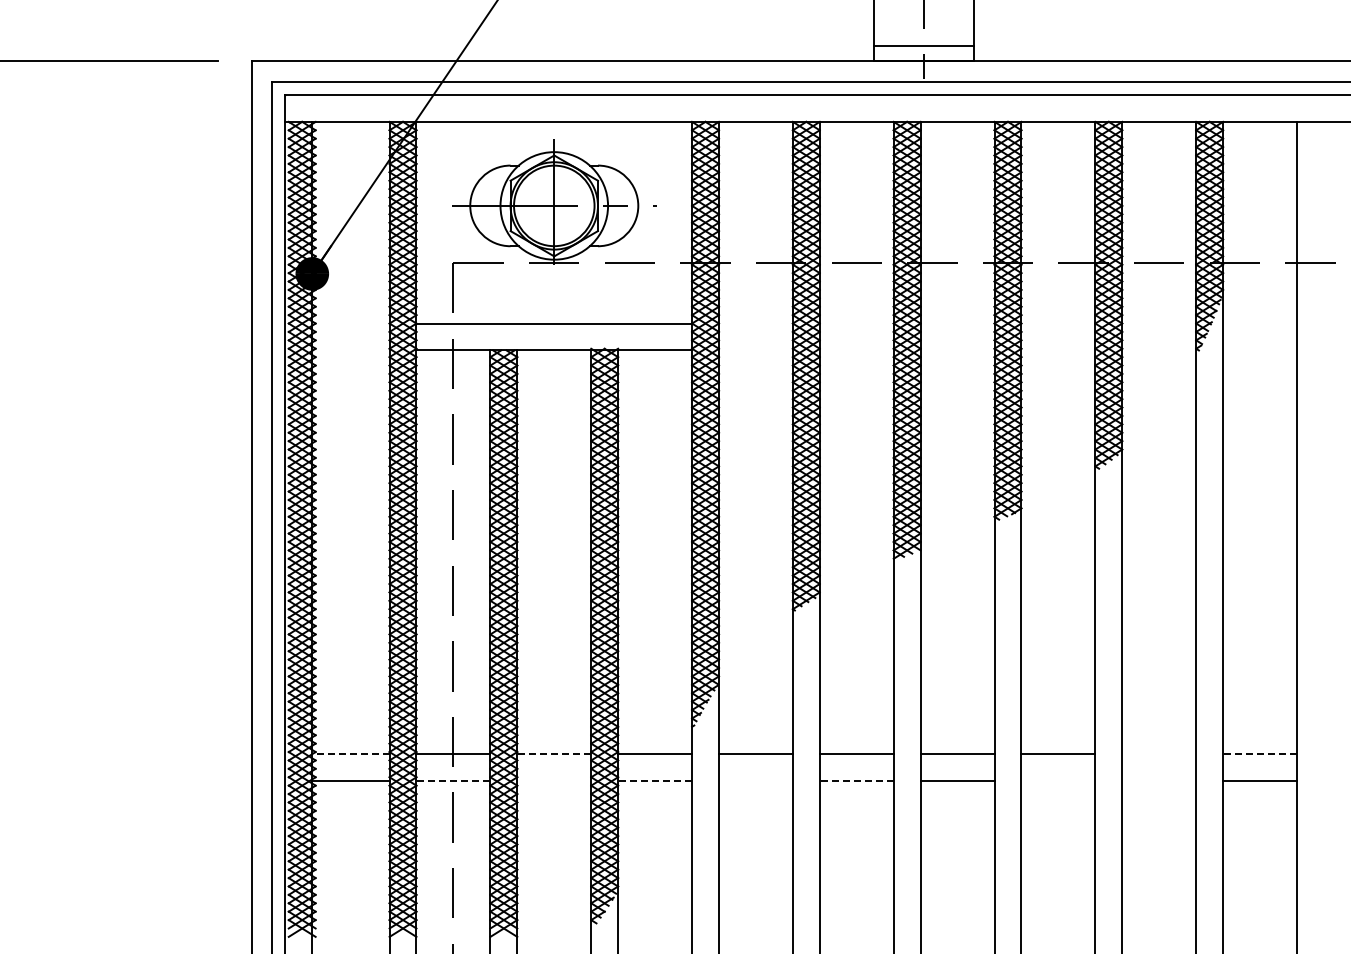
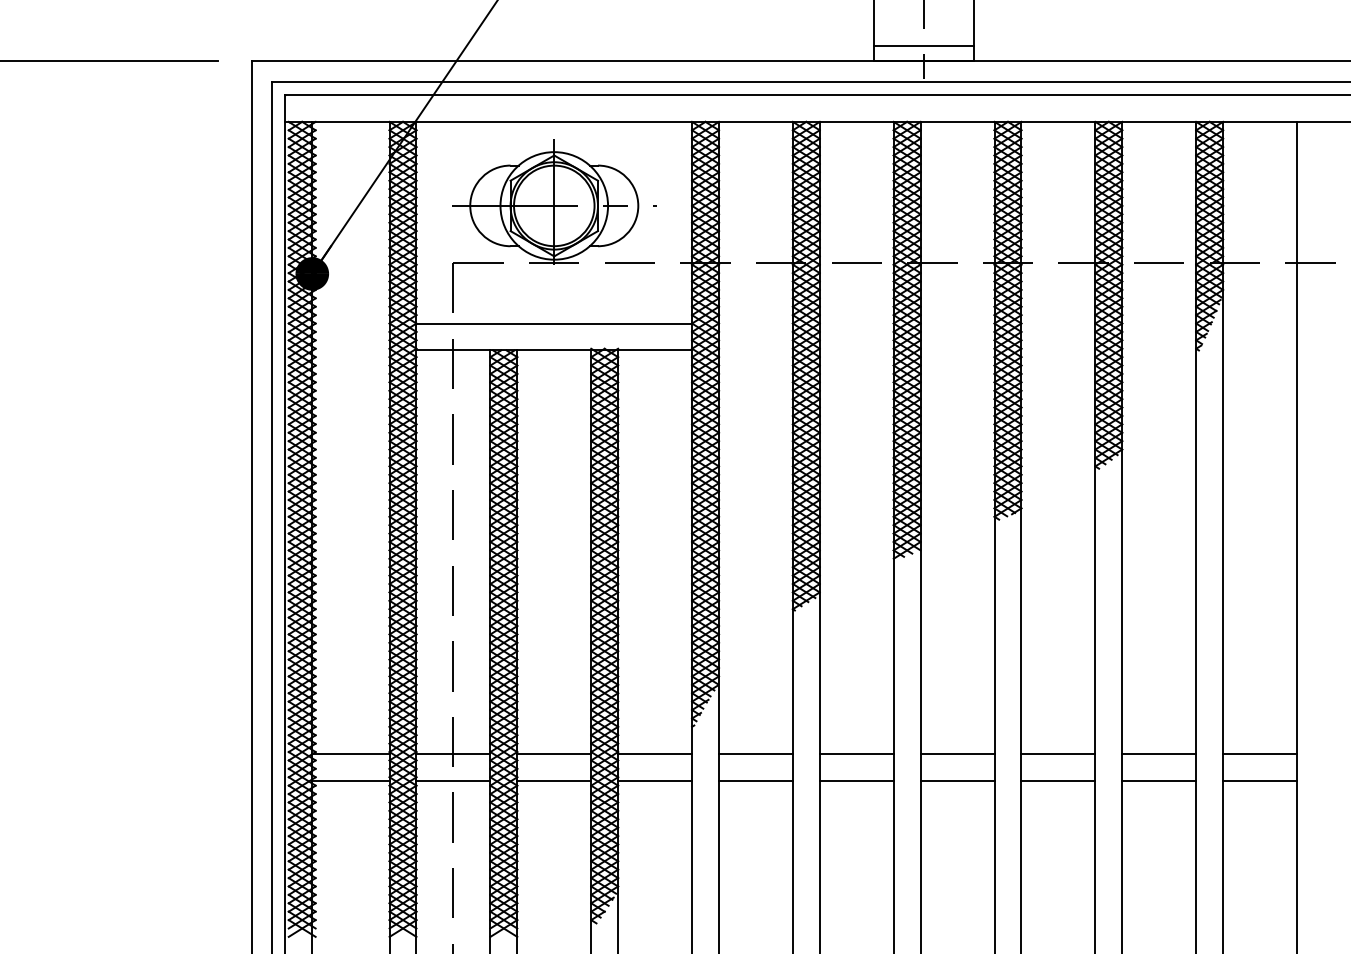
line at (350, 753): dashed -> solid
line at (554, 753): dashed -> solid
line at (1159, 753): none -> present
line at (1260, 753): dashed -> solid
line at (453, 780): dashed -> solid
line at (554, 780): none -> present
line at (655, 780): dashed -> solid
line at (755, 780): none -> present
line at (856, 780): dashed -> solid
line at (1058, 780): none -> present
line at (1159, 780): none -> present
